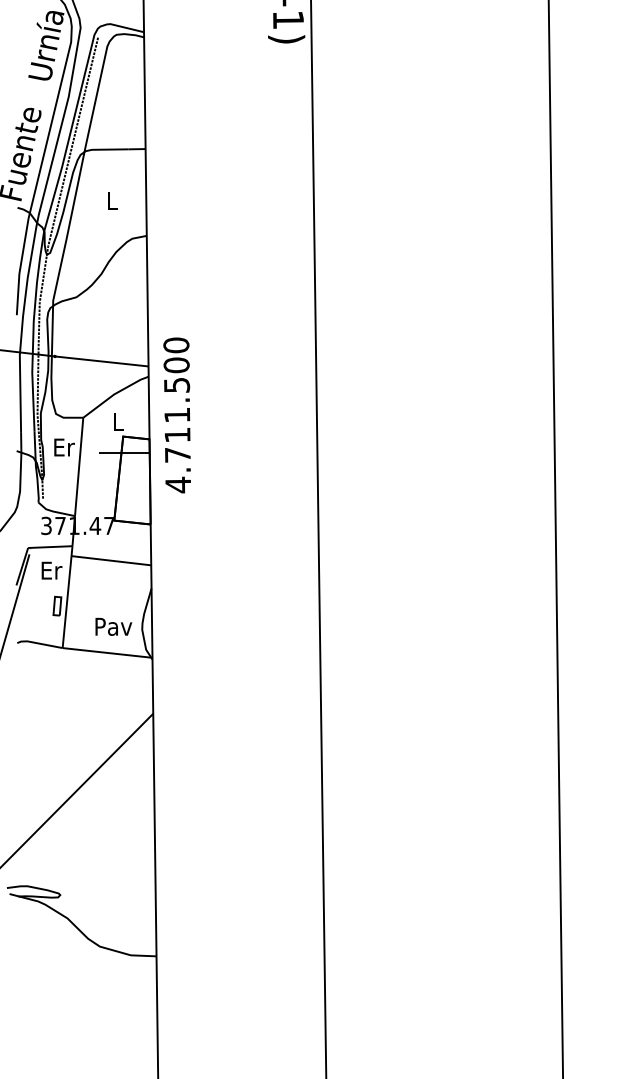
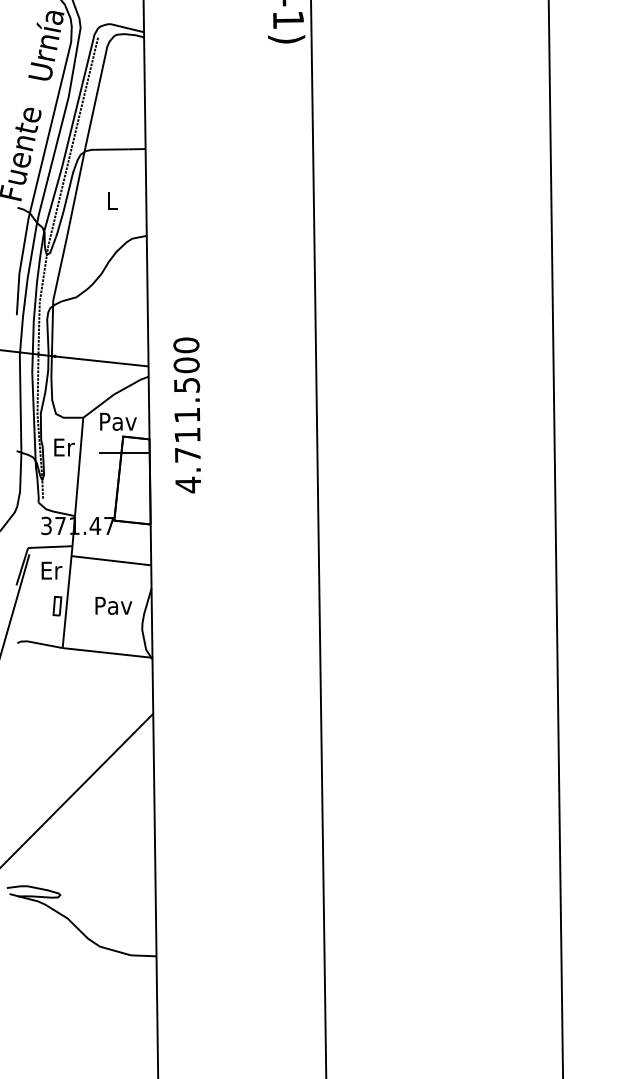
text at (176, 415) position: (176, 415) -> (186, 415)
text at (118, 421): L -> Pav
text at (113, 626) position: (113, 626) -> (113, 605)
